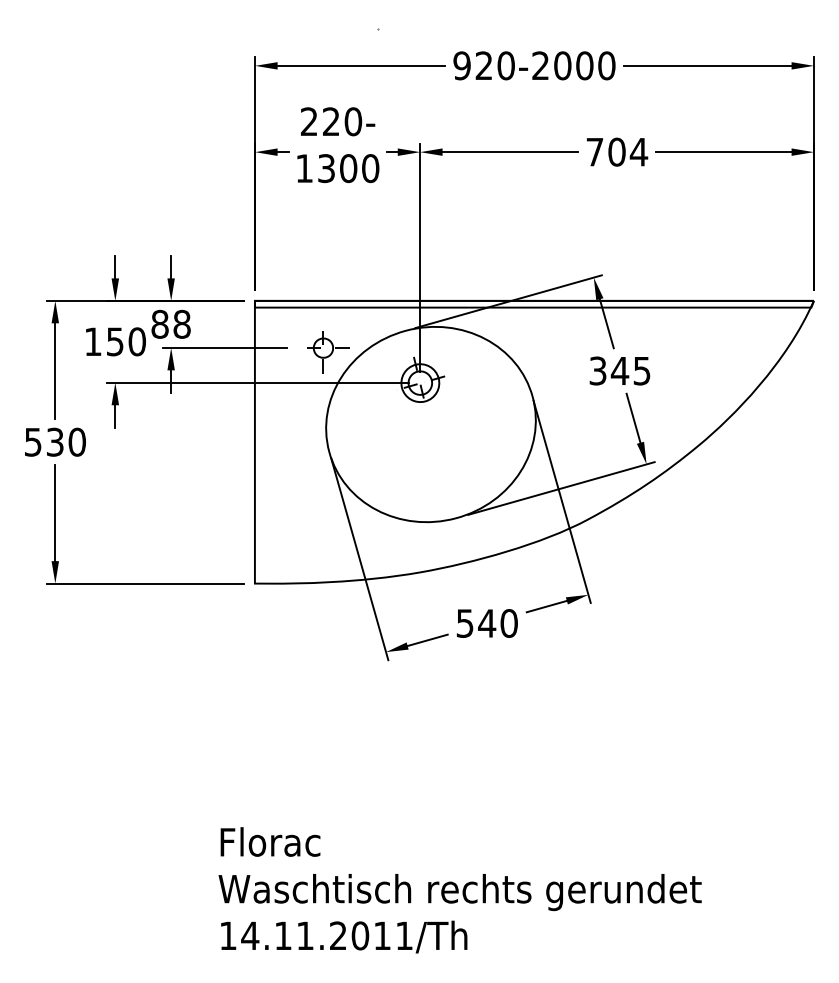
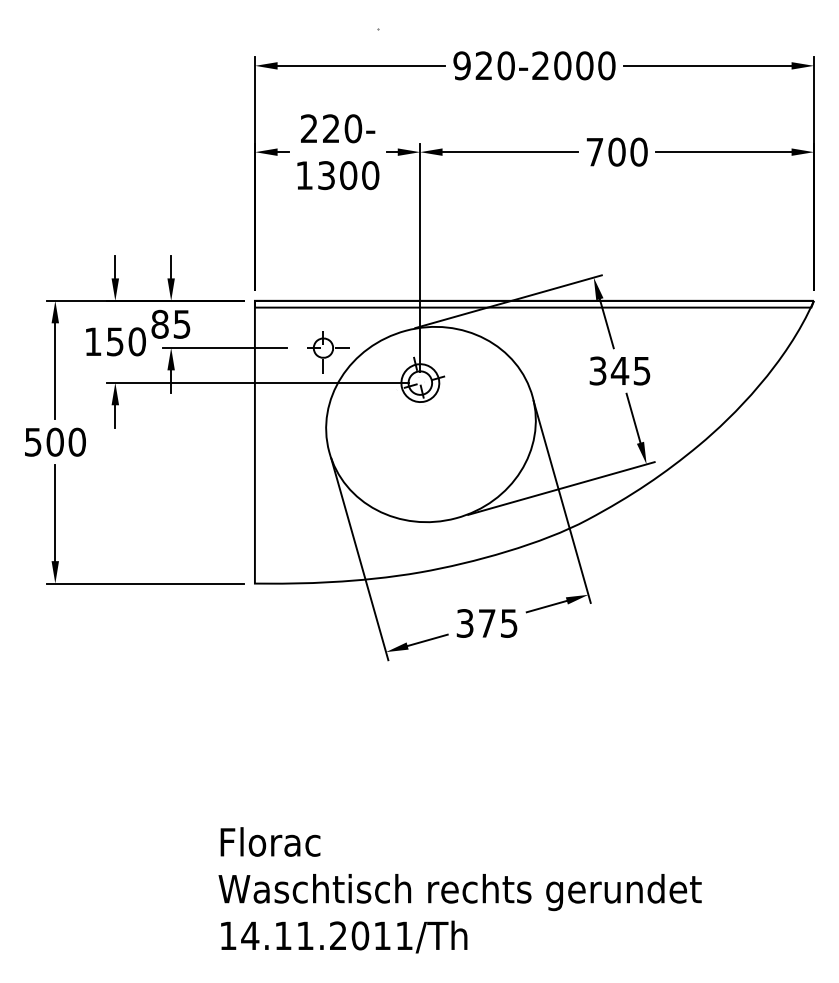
text at (338, 145) position: (338, 145) -> (338, 152)
text at (638, 151): 704 -> 700
text at (181, 323): 88 -> 85
text at (54, 441): 530 -> 500
text at (487, 623): 540 -> 375
